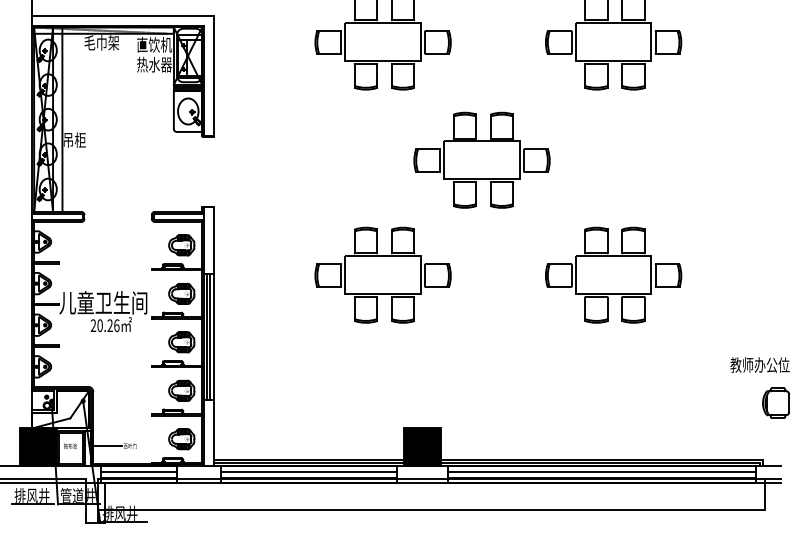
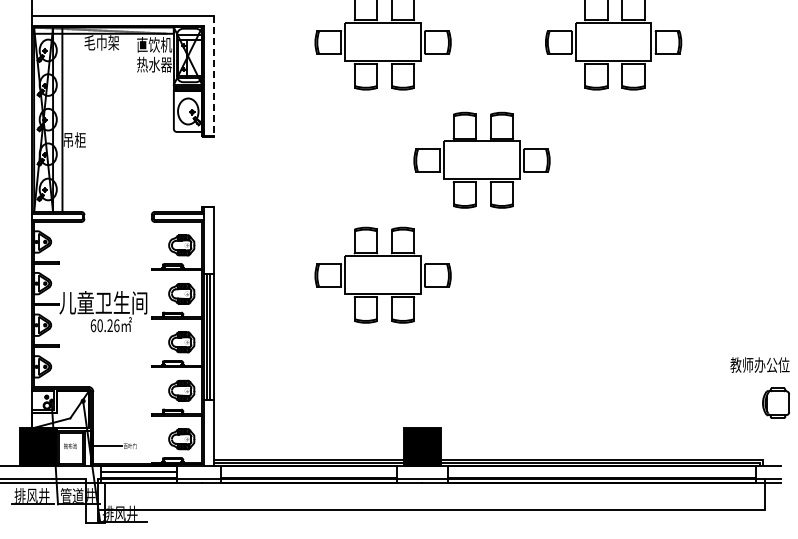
line at (213, 76): solid -> dashed
part at (613, 274): present -> none
text at (93, 325): 20.26 -> 60.26
line at (309, 471): present -> none
line at (601, 471): present -> none
